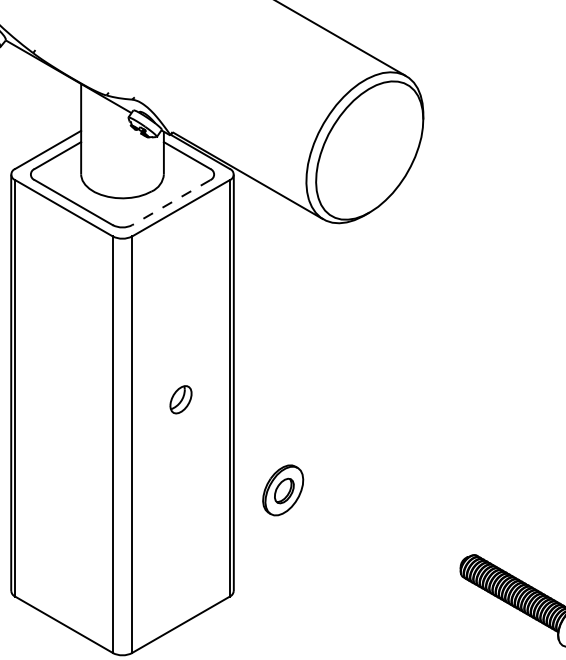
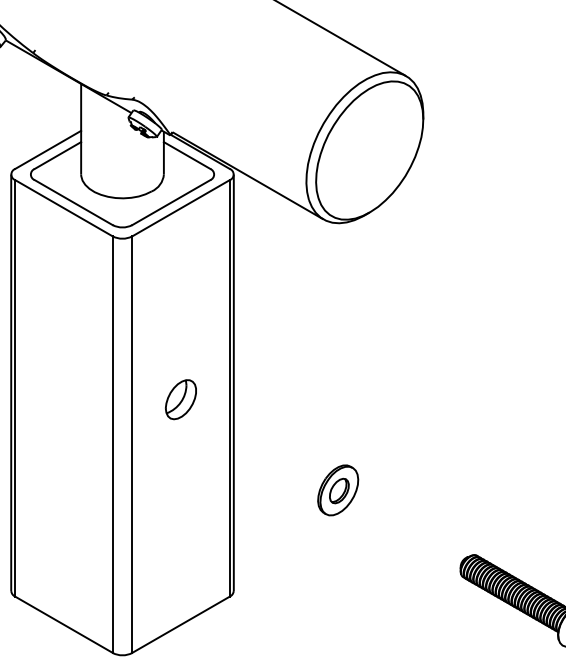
line at (170, 202): dashed -> solid
part at (180, 399) size: 24x30 px -> 32x42 px
part at (283, 490) position: (283, 490) -> (338, 490)
